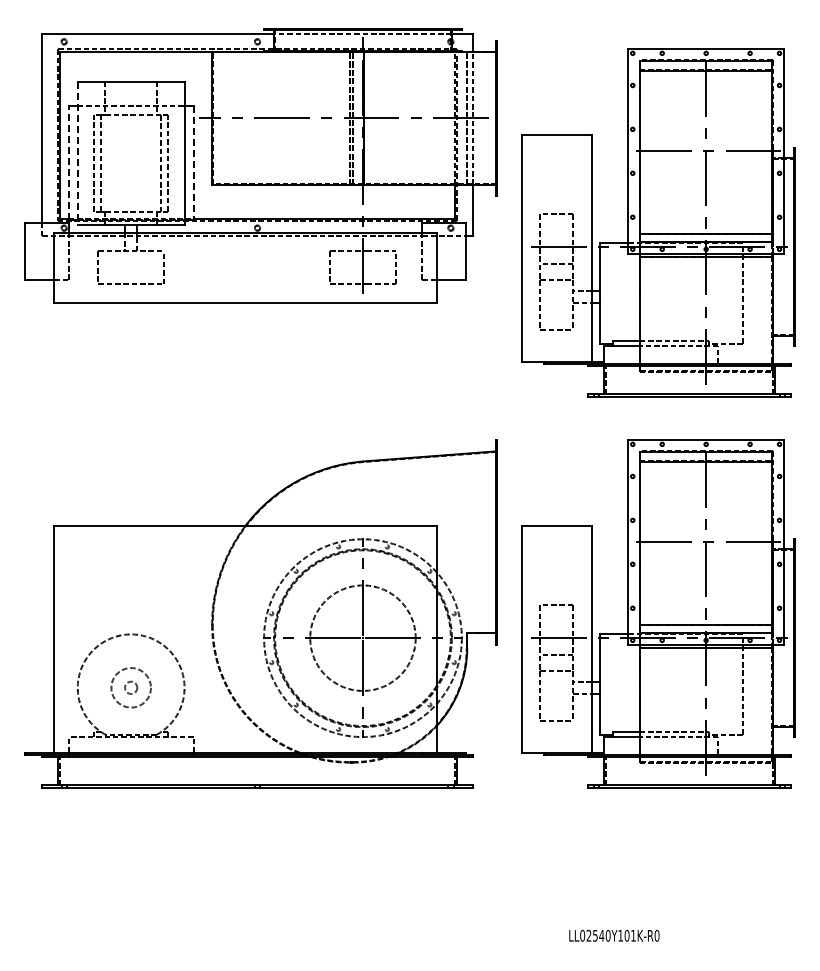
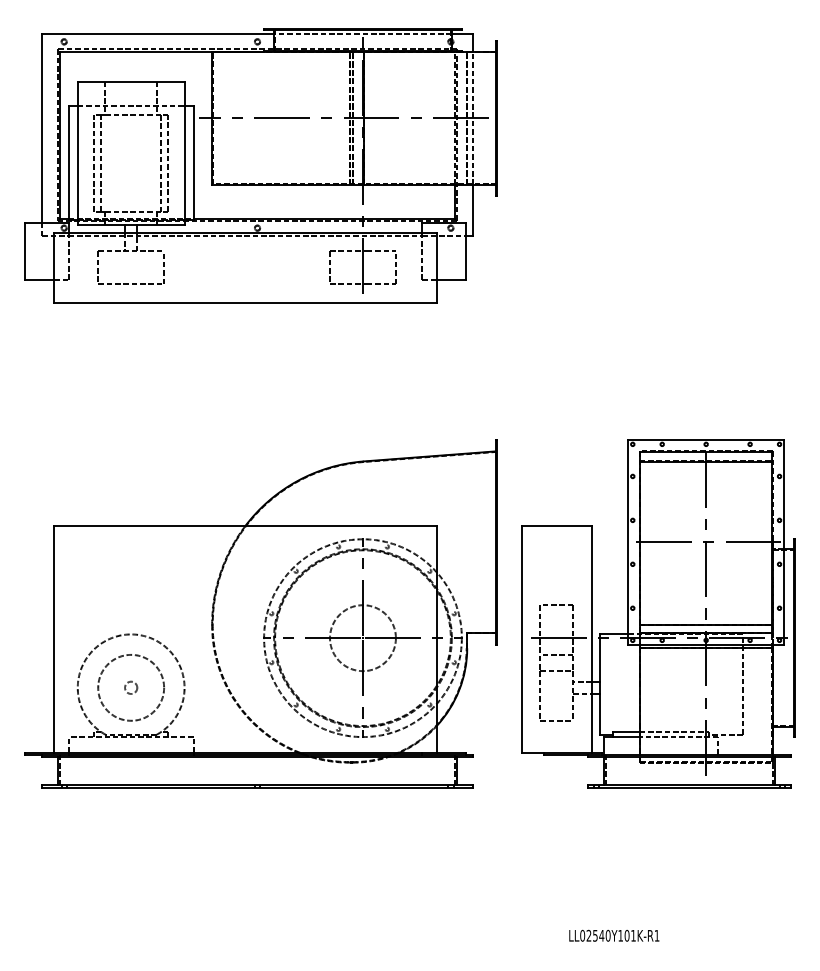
line at (77, 153): dashed -> solid
line at (68, 162): dashed -> solid
line at (193, 163): dashed -> solid
part at (658, 222): present -> none
circle at (362, 637) diameter: 105 px -> 66 px
circle at (130, 687) diameter: 40 px -> 66 px
text at (656, 935): LL02540Y101K-R0 -> LL02540Y101K-R1
